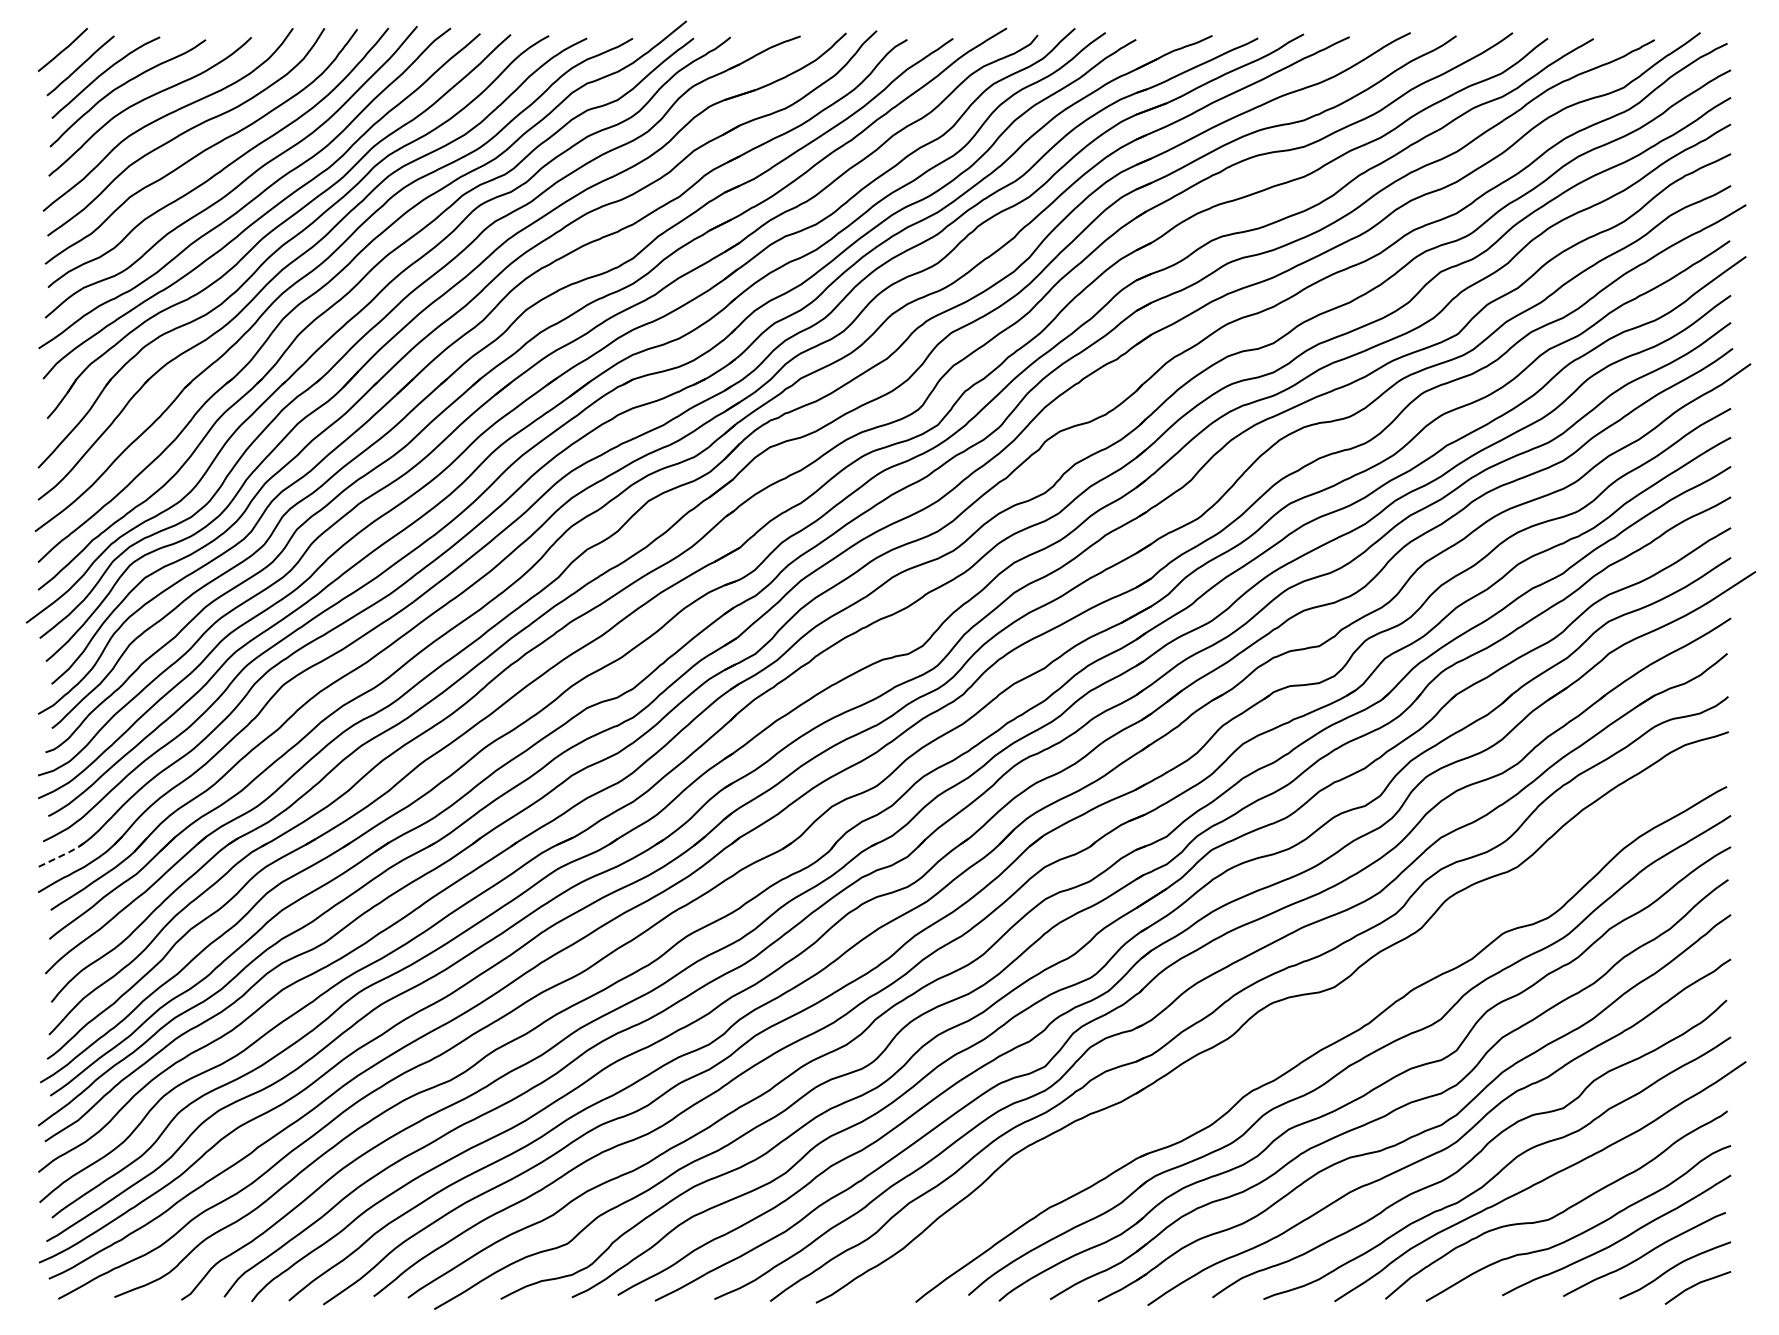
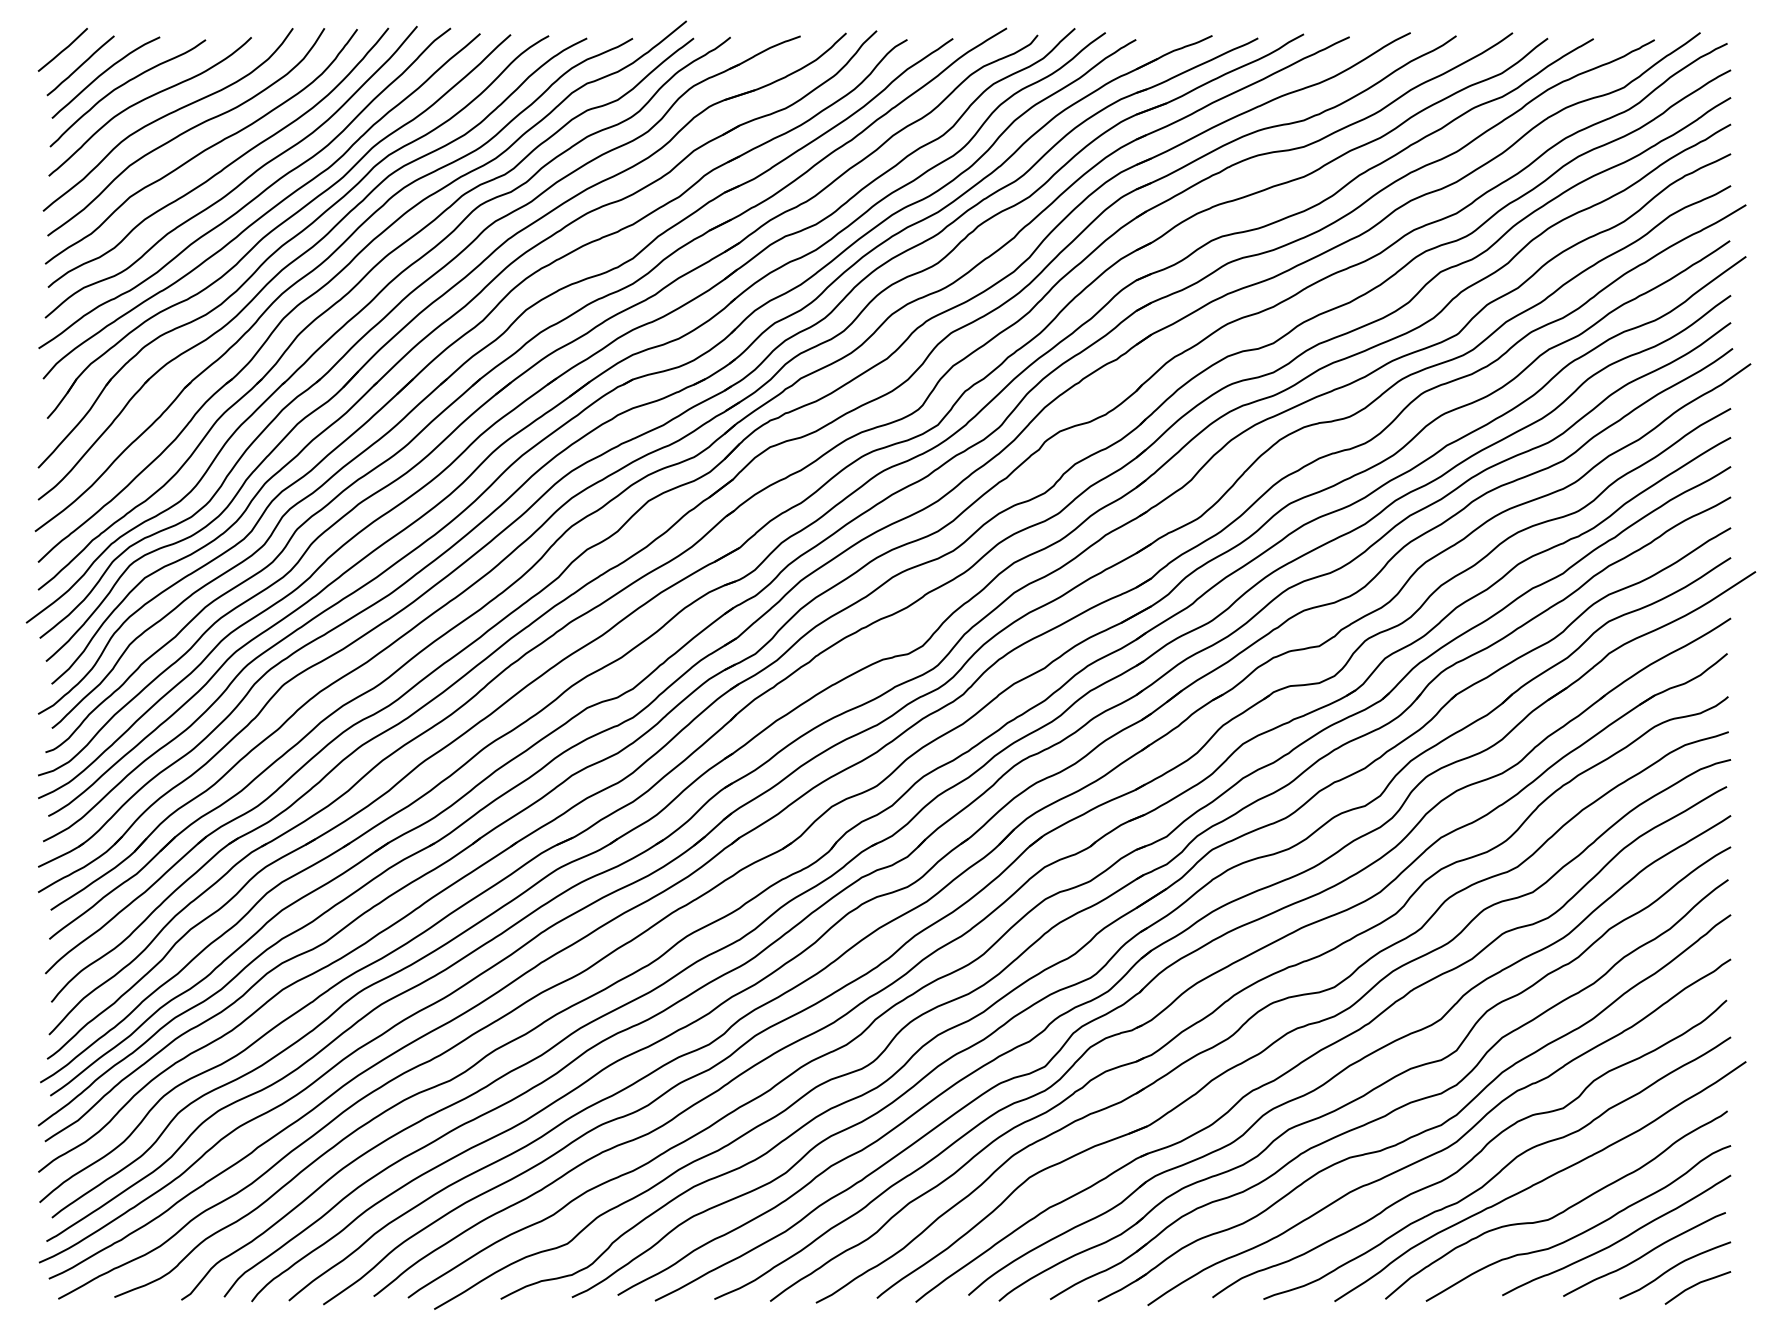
line at (62, 855): dashed -> solid
part at (1303, 1028): none -> present
